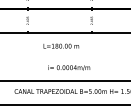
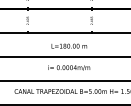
text at (61, 45) position: (61, 45) -> (69, 45)
line at (64, 56): none -> present
